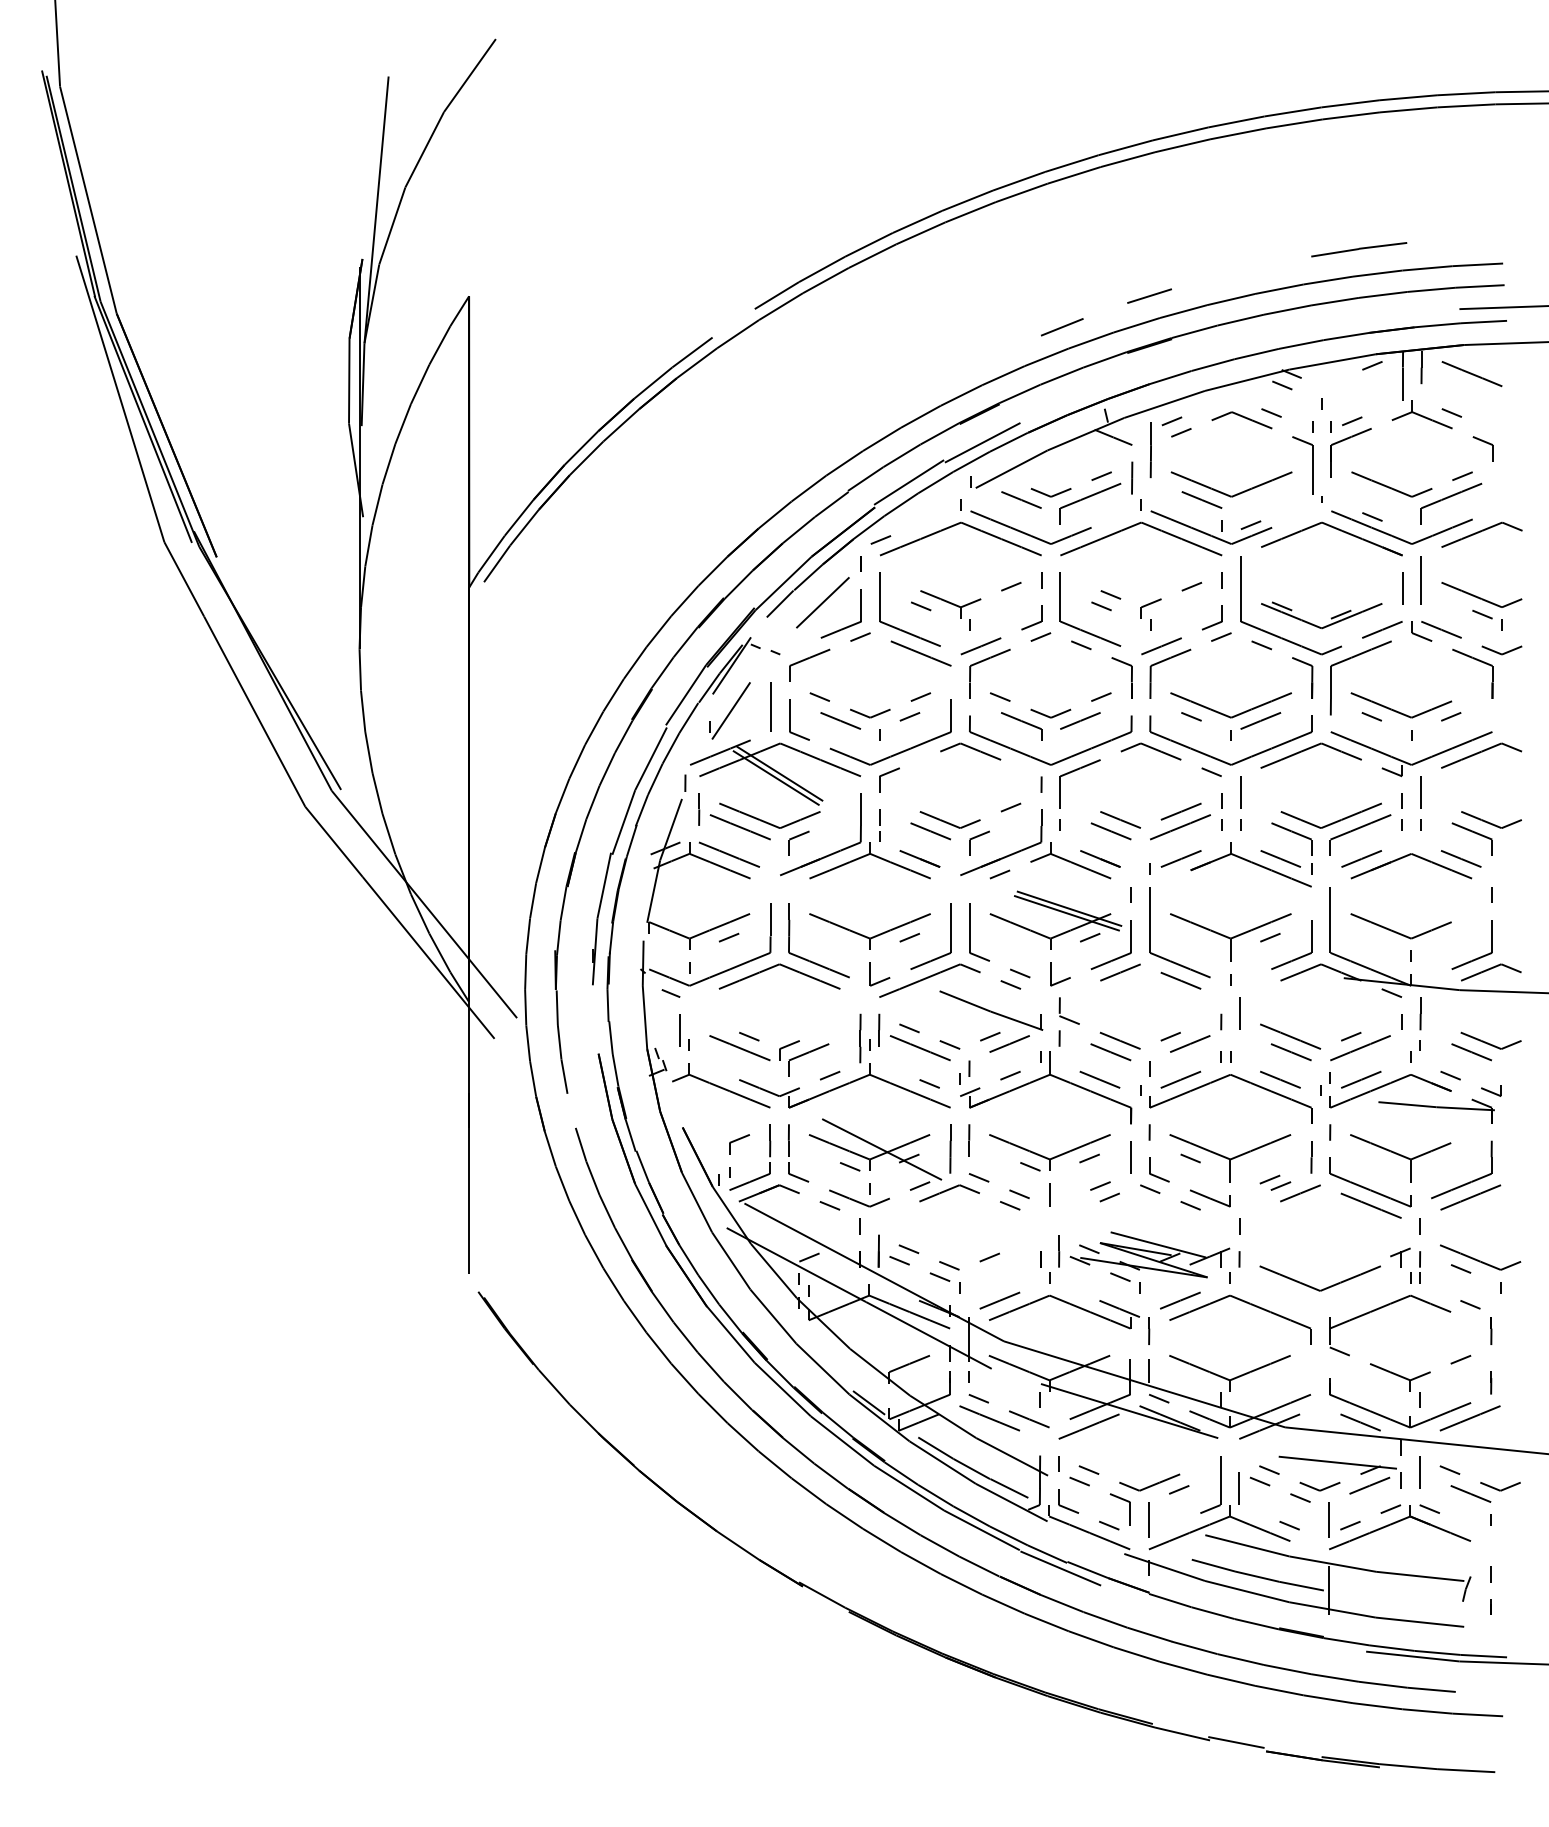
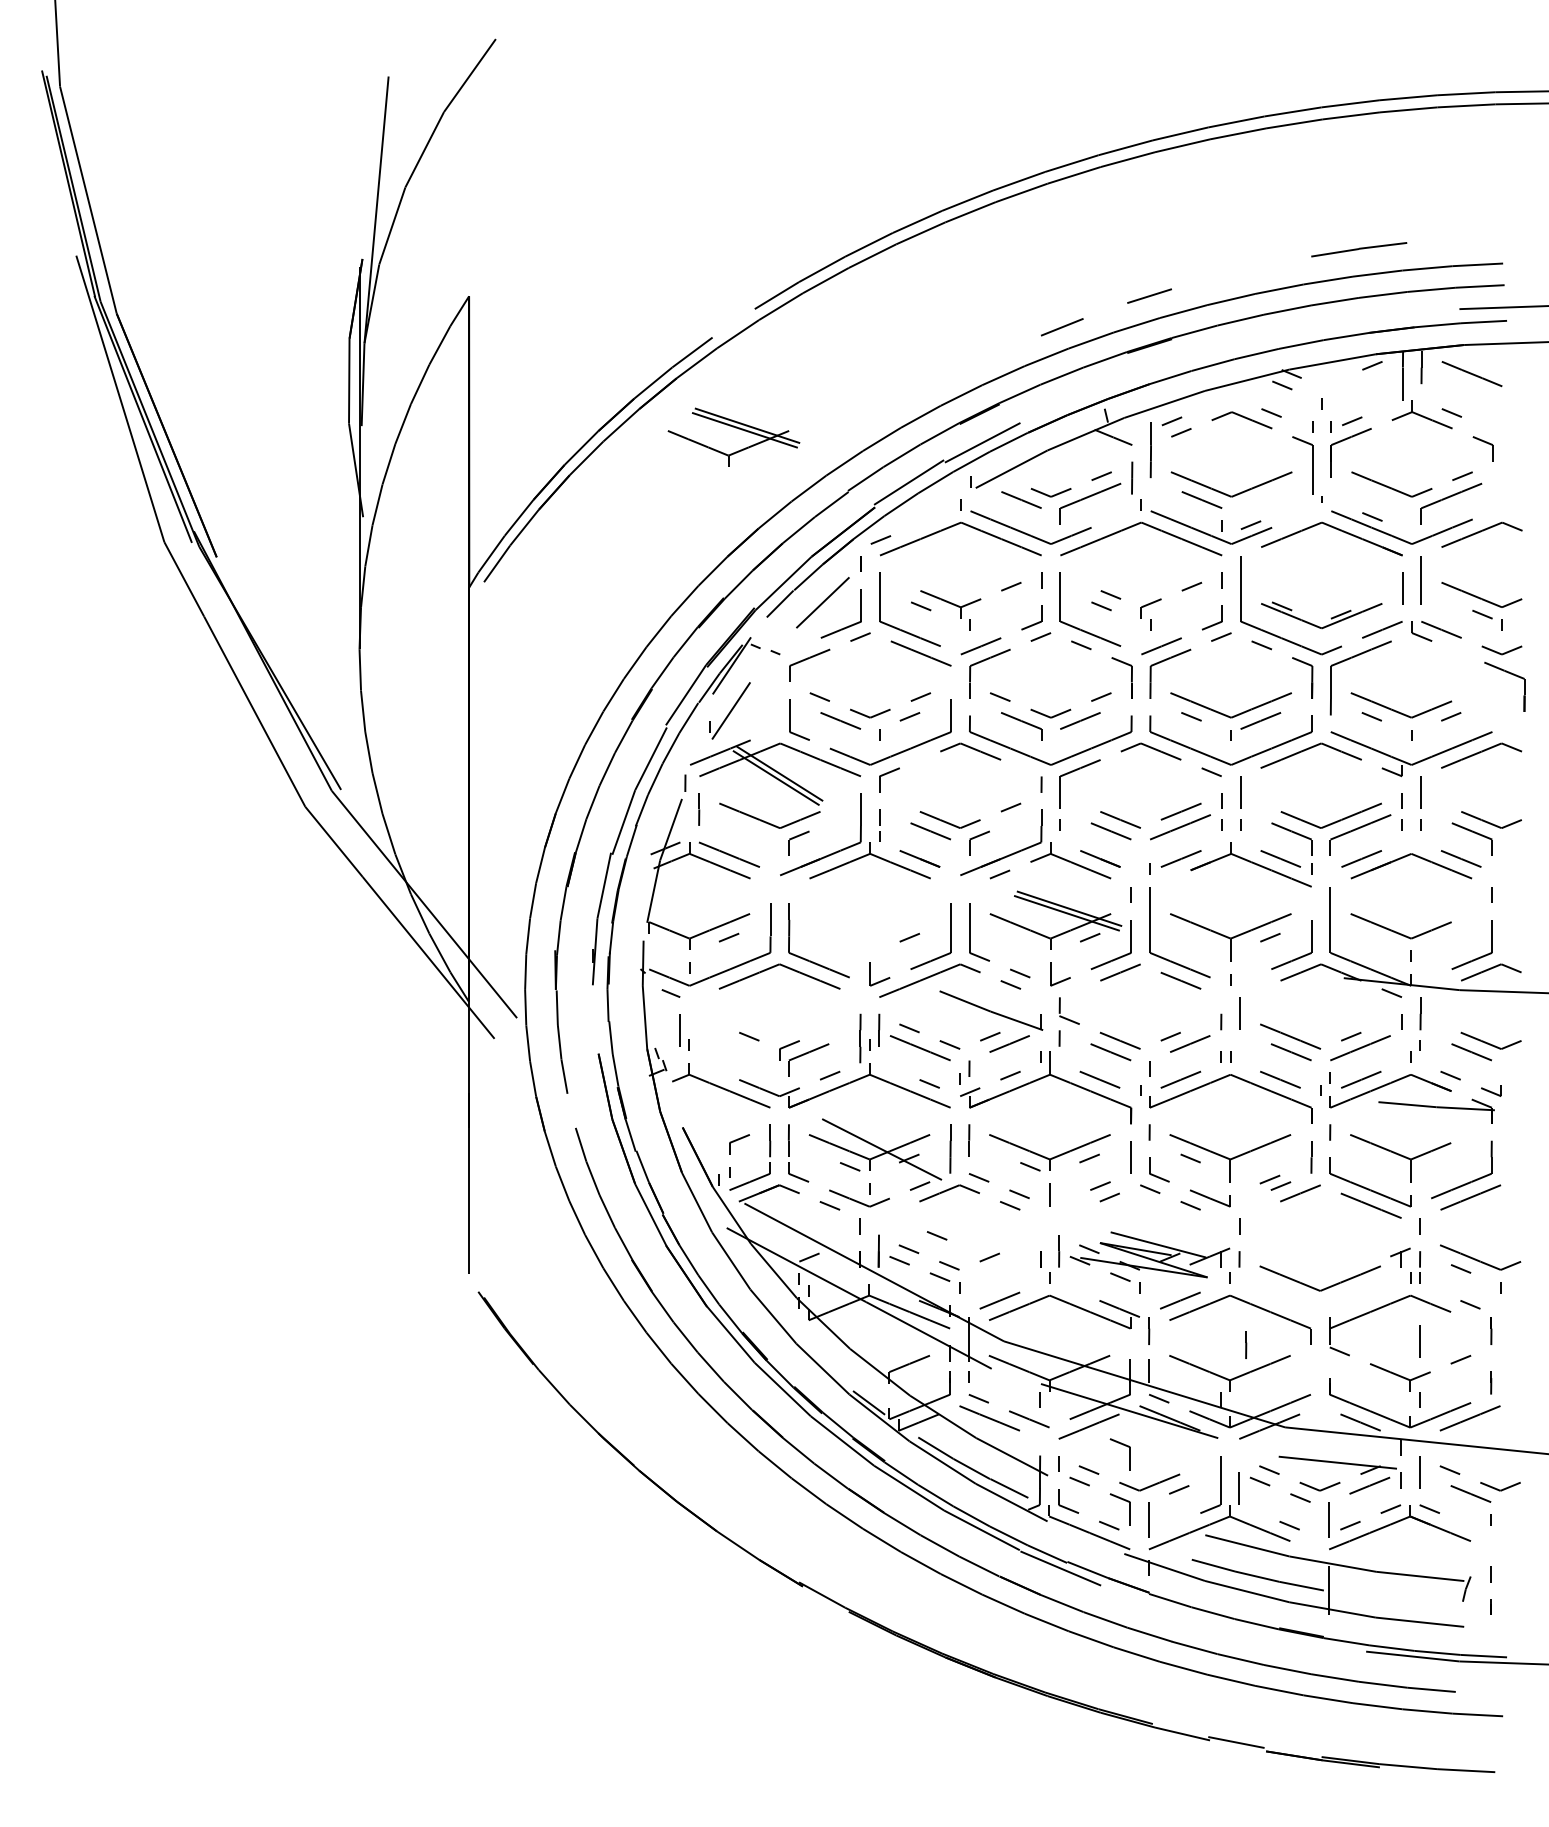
part at (735, 428): none -> present
part at (1478, 661) position: (1478, 661) -> (1510, 674)
line at (770, 706): present -> none
line at (739, 827): present -> none
part at (869, 931): present -> none
line at (739, 1048): present -> none
line at (936, 1235): none -> present
line at (1419, 1341): none -> present
line at (1246, 1344): none -> present
part at (1122, 1445): none -> present
